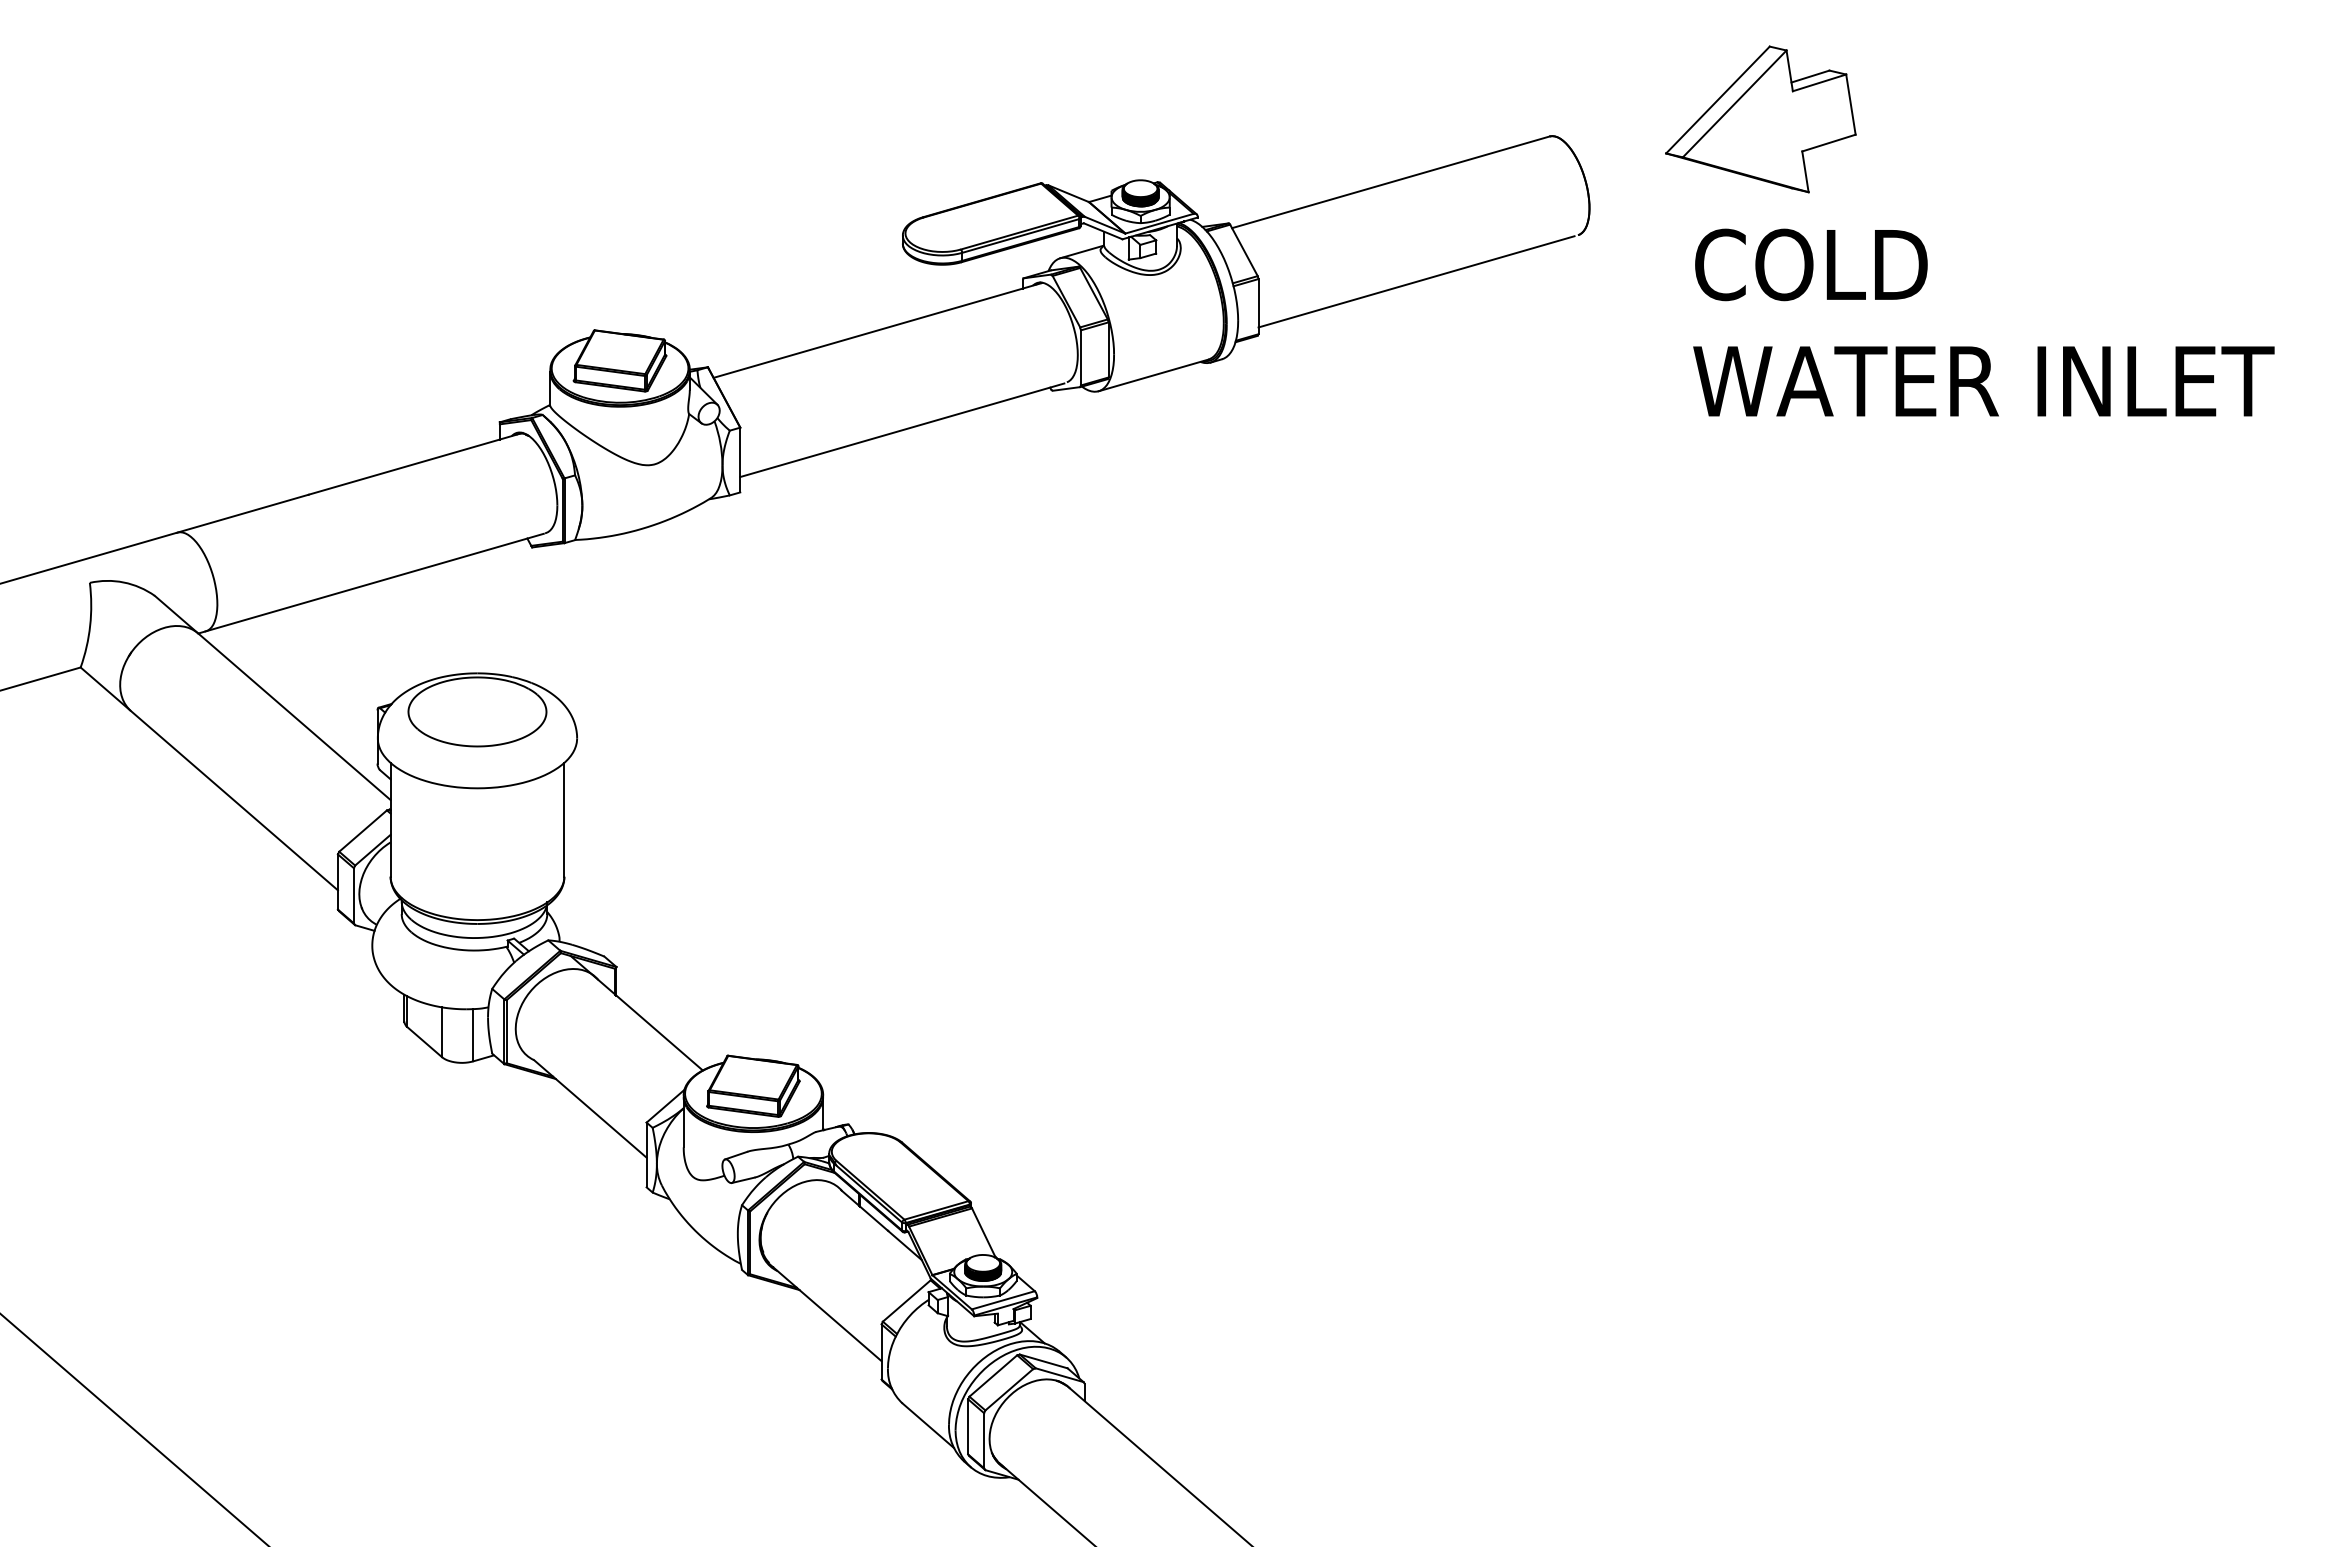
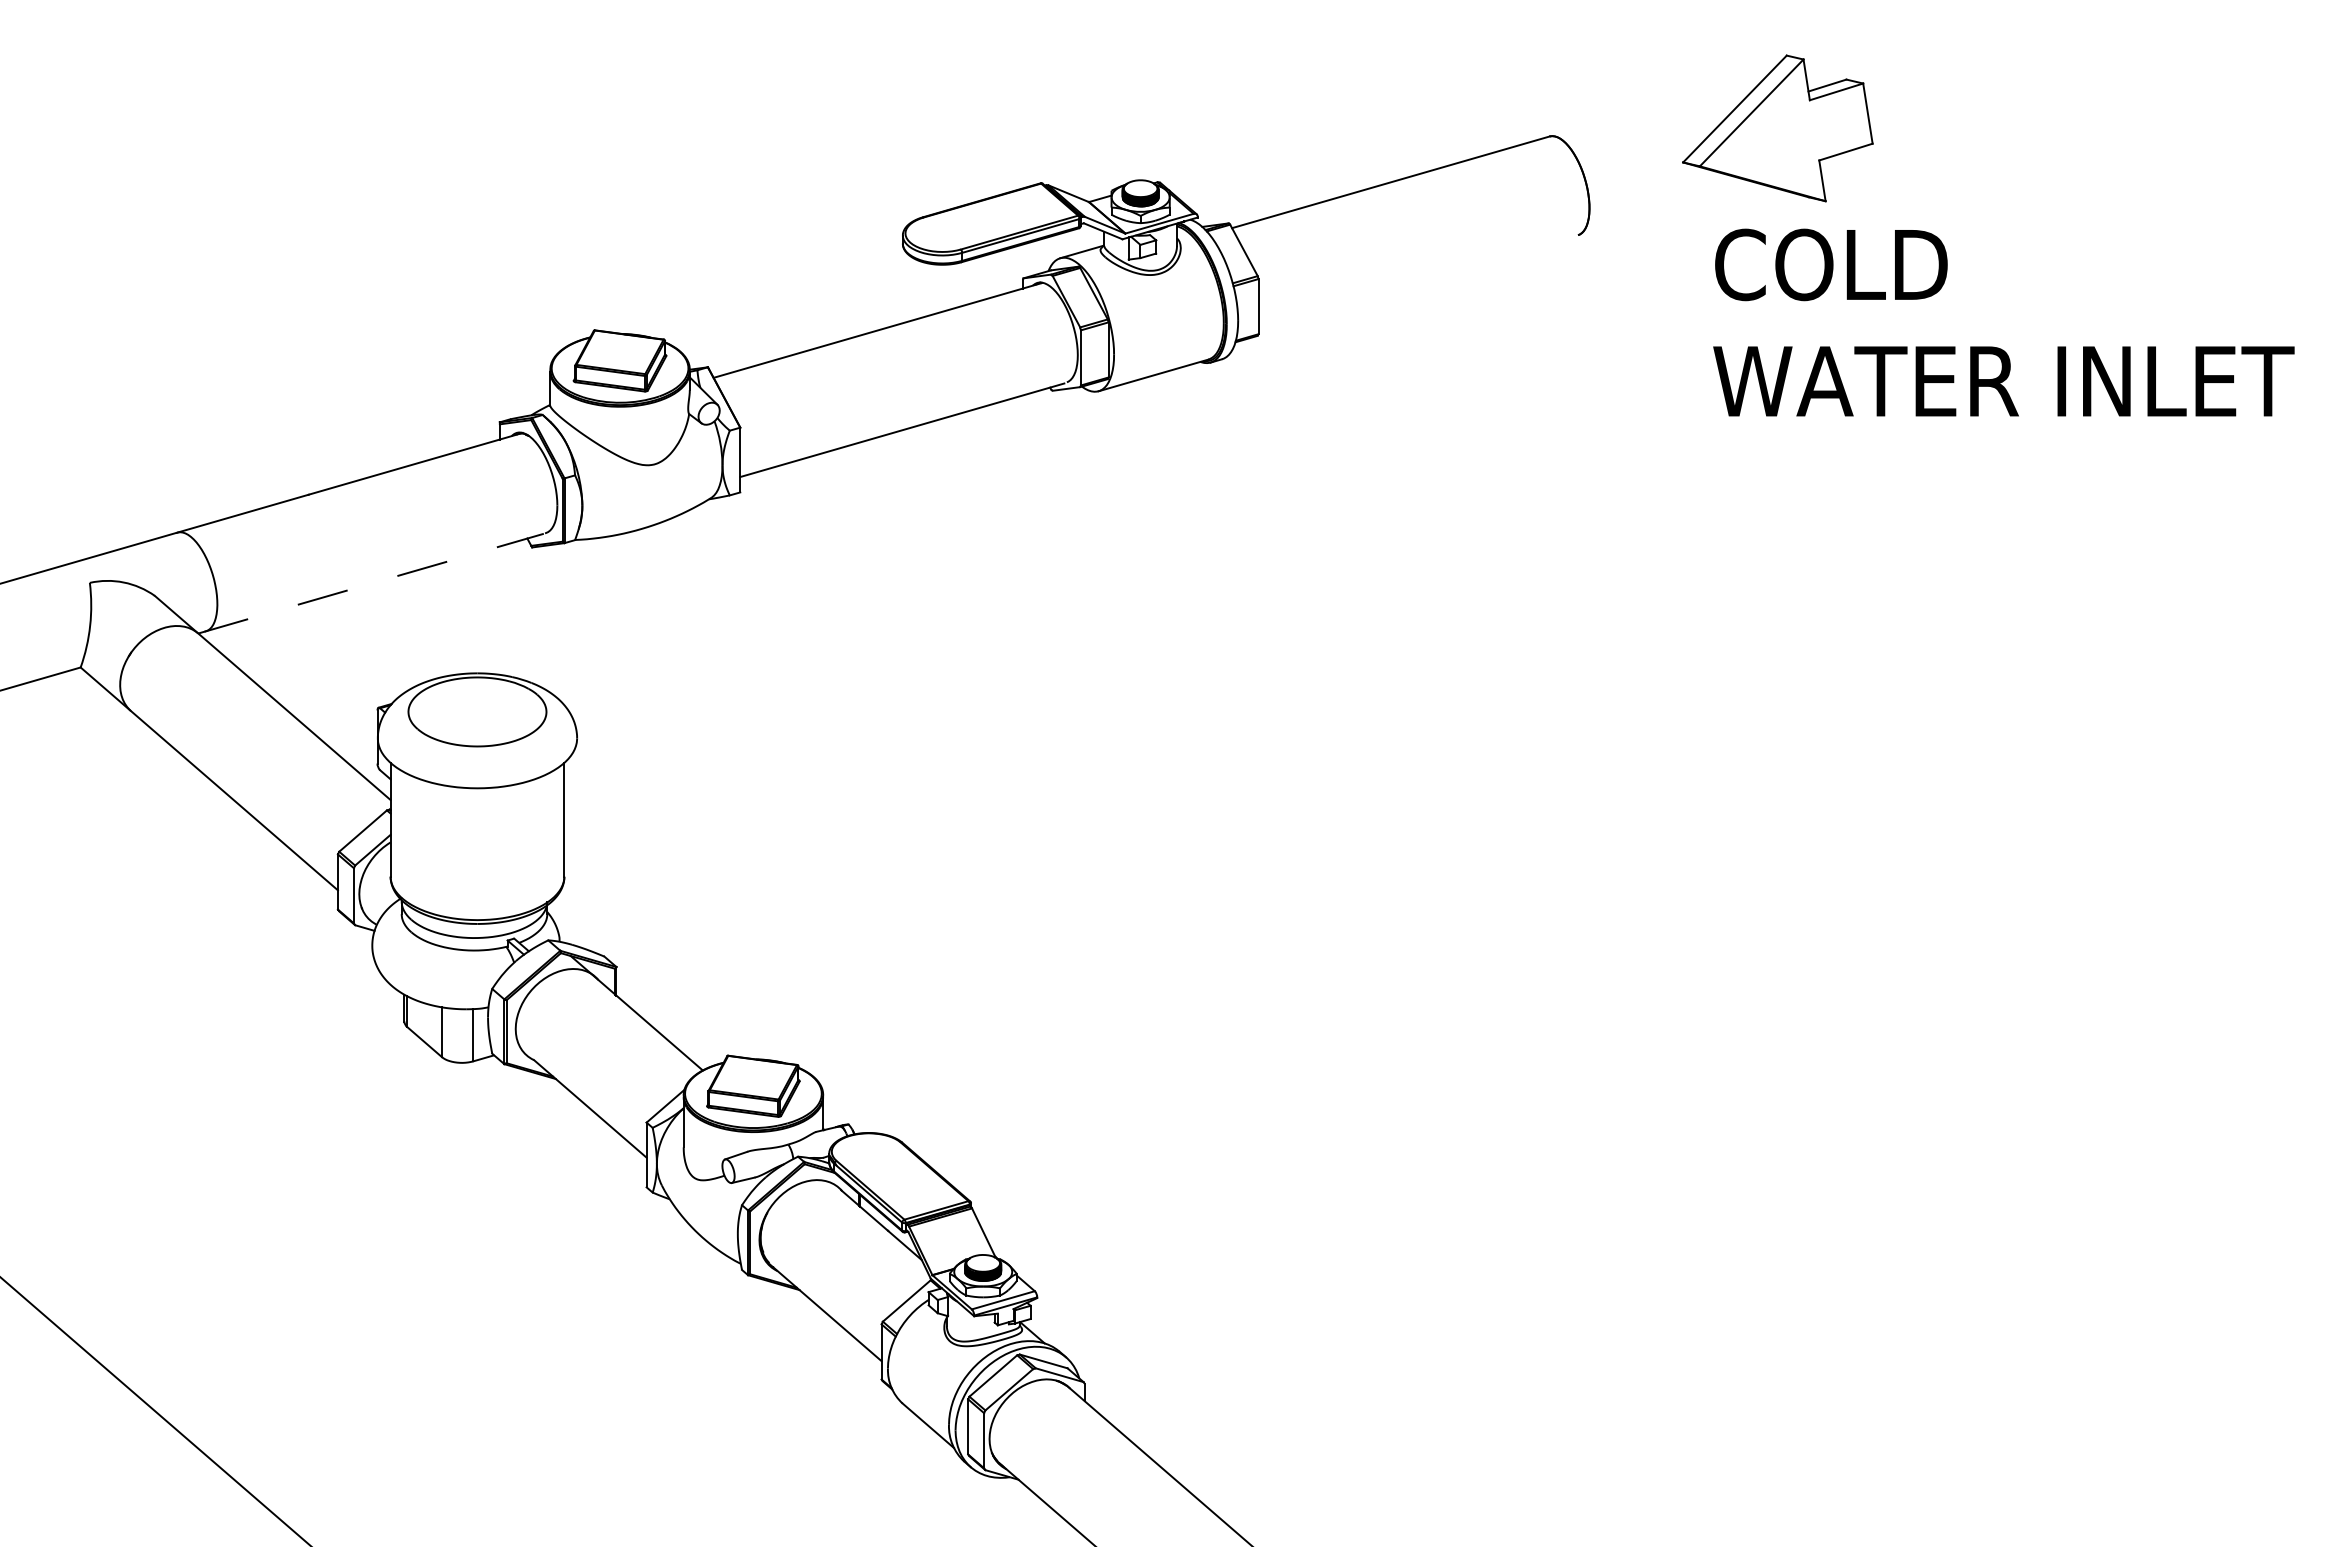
part at (1760, 119) position: (1760, 119) -> (1777, 128)
line at (1416, 281): present -> none
text at (1983, 322) position: (1983, 322) -> (2003, 322)
line at (371, 583): solid -> dashed
line at (133, 1429) position: (133, 1429) -> (155, 1411)
